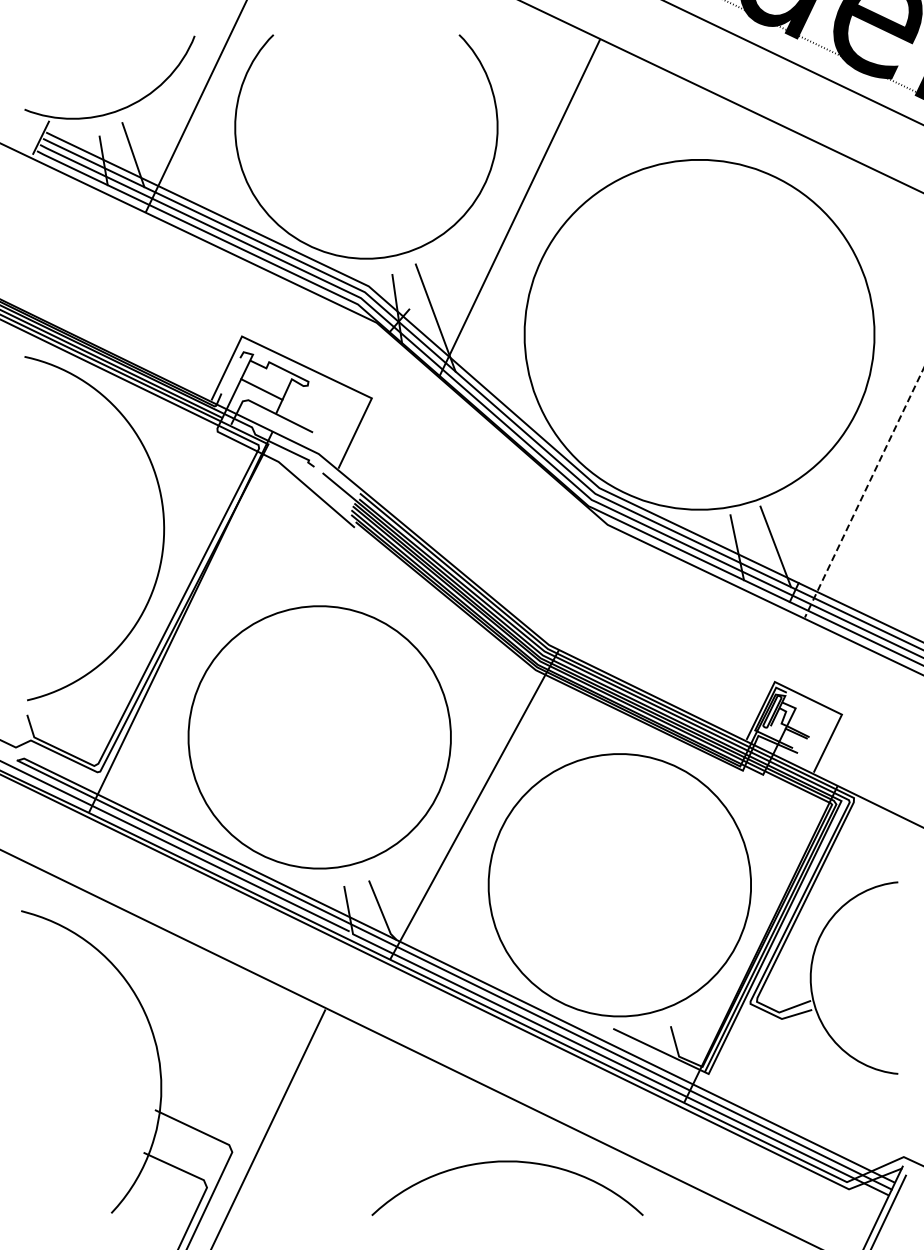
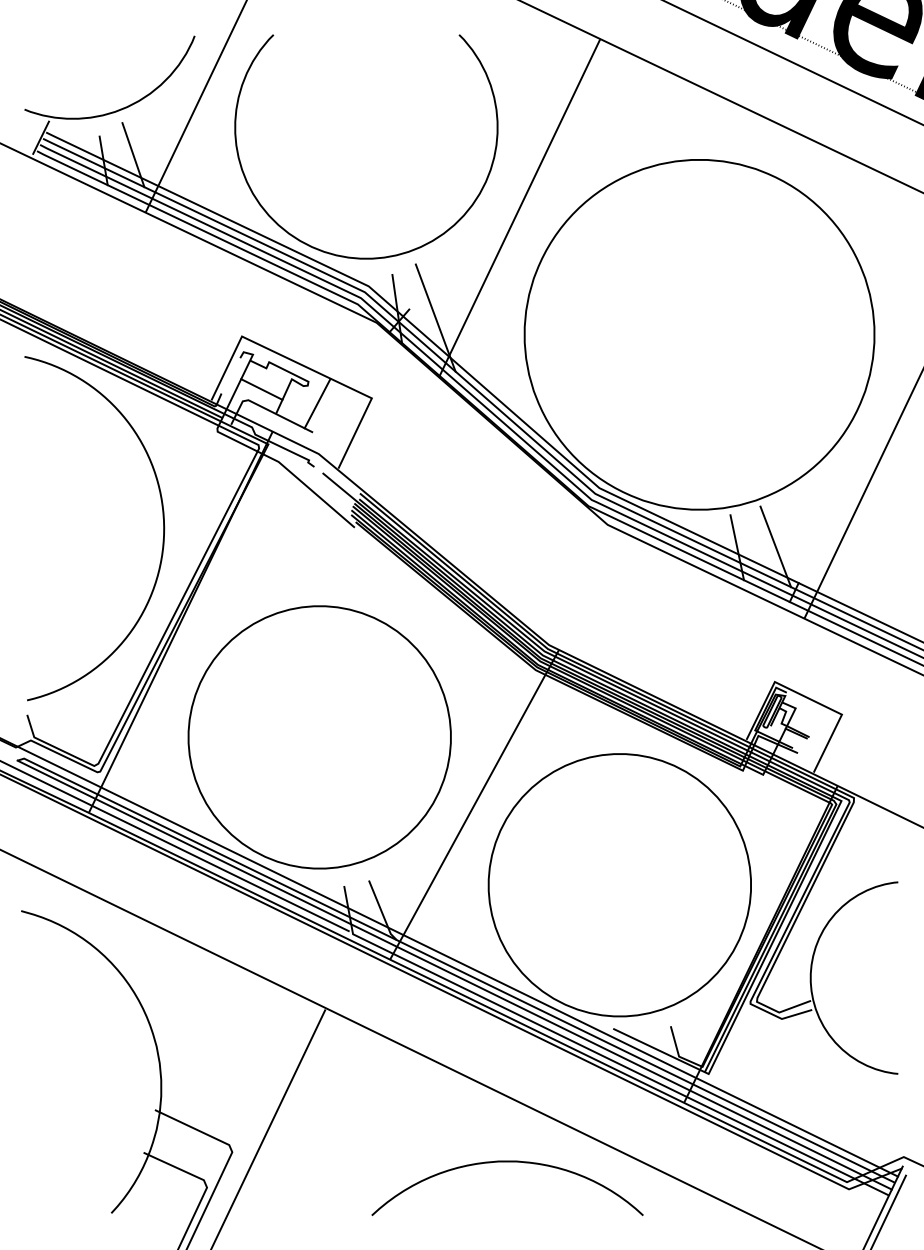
line at (317, 403): none -> present
line at (864, 493): dashed -> solid
line at (450, 957): none -> present
